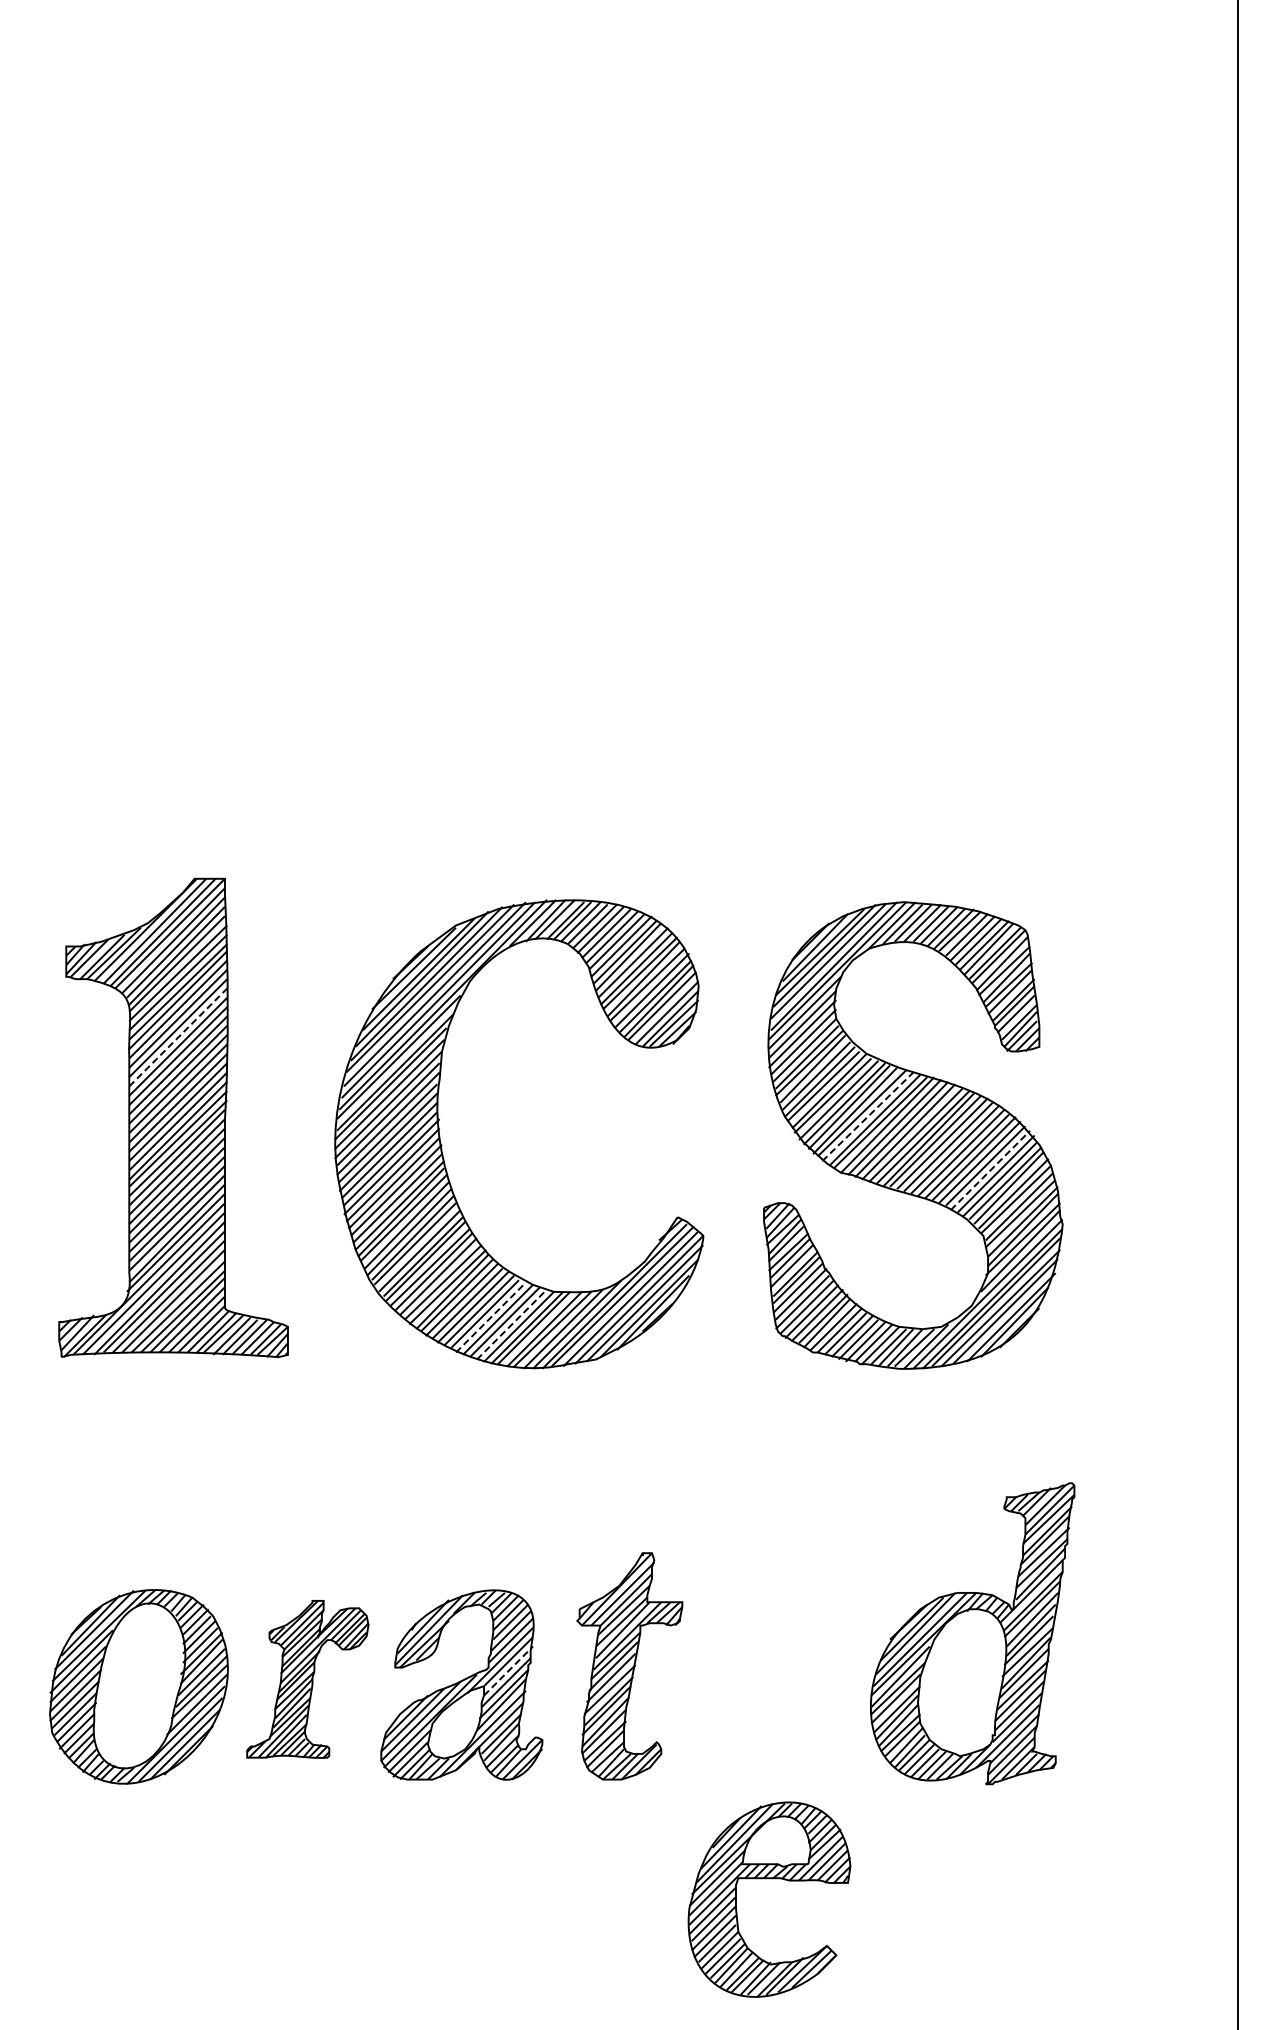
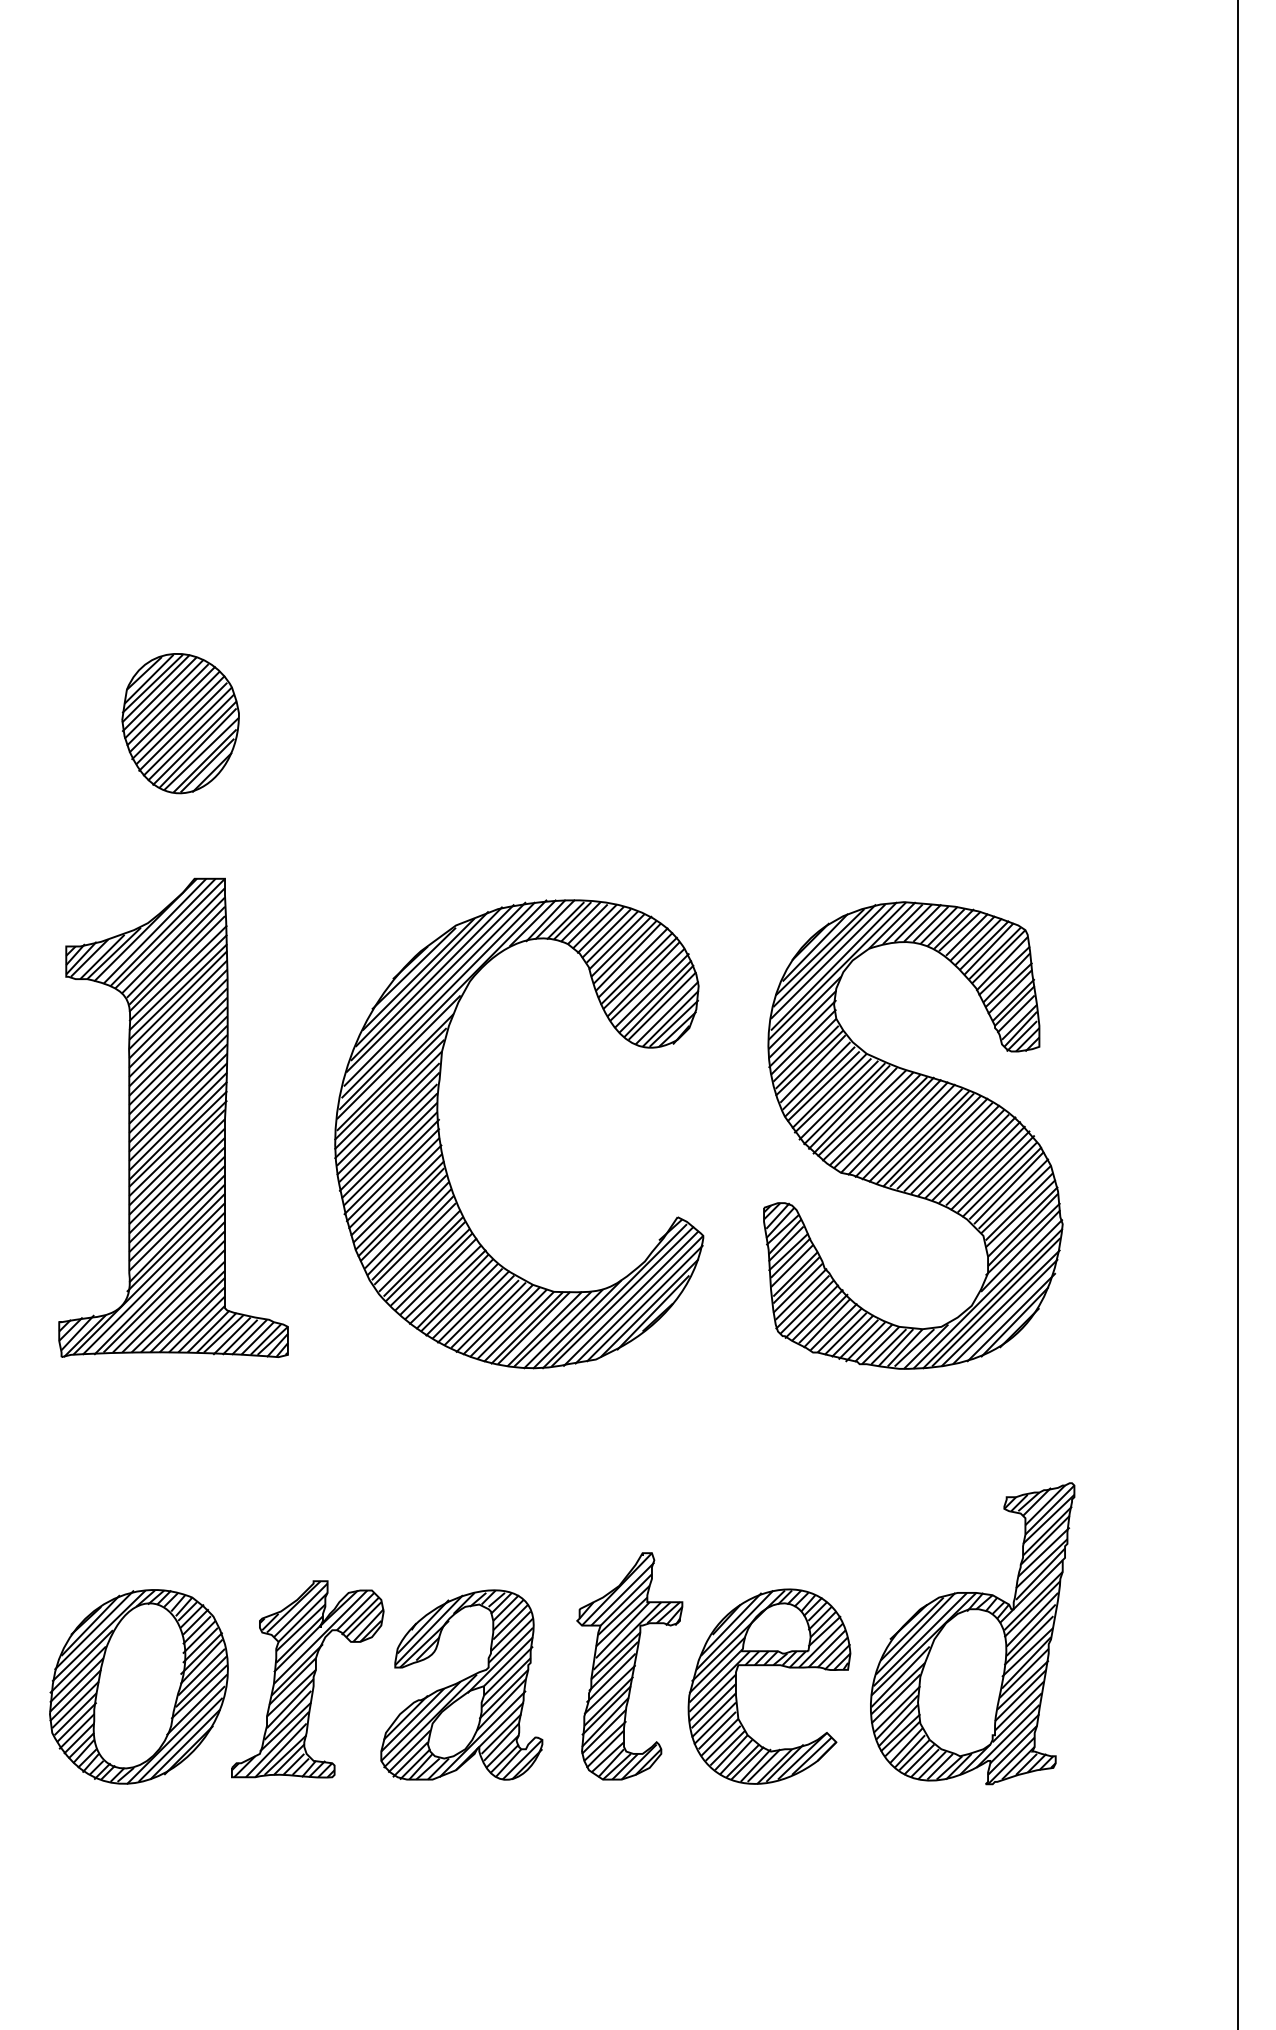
part at (180, 723): none -> present
line at (178, 1037): dashed -> solid
line at (867, 1116): dashed -> solid
line at (990, 1170): dashed -> solid
line at (491, 1317): dashed -> solid
line at (511, 1324): dashed -> solid
line at (508, 1671): dashed -> solid
part at (307, 1679) size: 124x159 px -> 154x199 px
part at (769, 1879) position: (769, 1879) -> (769, 1666)
